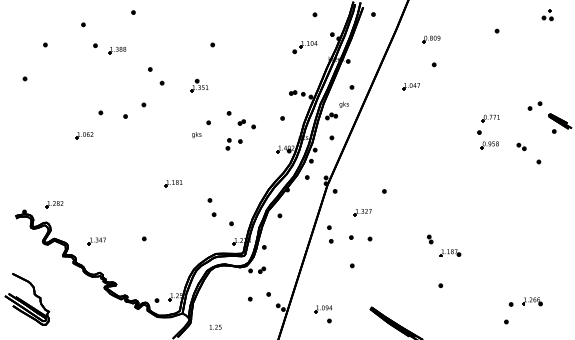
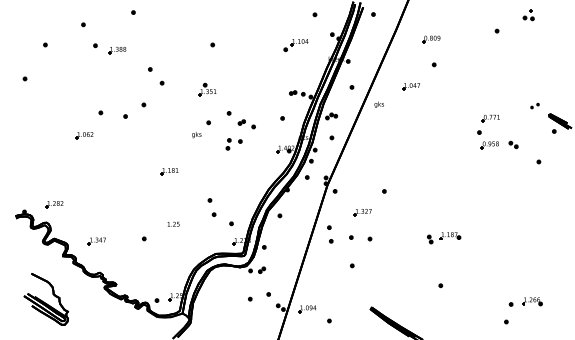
part at (547, 15) position: (547, 15) -> (528, 15)
part at (304, 47) position: (304, 47) -> (295, 45)
part at (199, 85) position: (199, 85) -> (207, 89)
text at (343, 104) position: (343, 104) -> (378, 104)
part at (534, 105) size: 16x10 px -> 10x8 px
part at (521, 146) position: (521, 146) -> (513, 144)
part at (173, 183) position: (173, 183) -> (169, 171)
part at (450, 252) position: (450, 252) -> (450, 235)
part at (27, 299) position: (27, 299) -> (46, 299)
part at (323, 309) position: (323, 309) -> (307, 309)
text at (215, 326) position: (215, 326) -> (173, 223)
